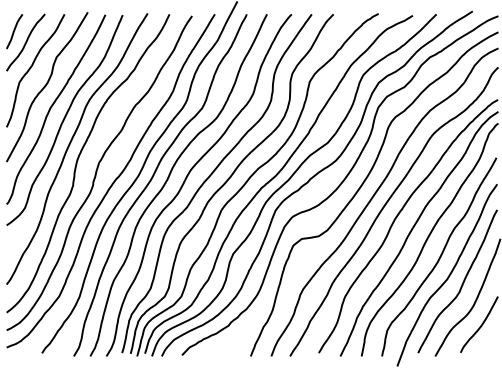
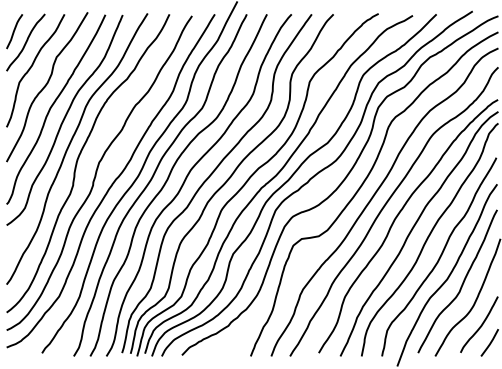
line at (490, 342): none -> present
